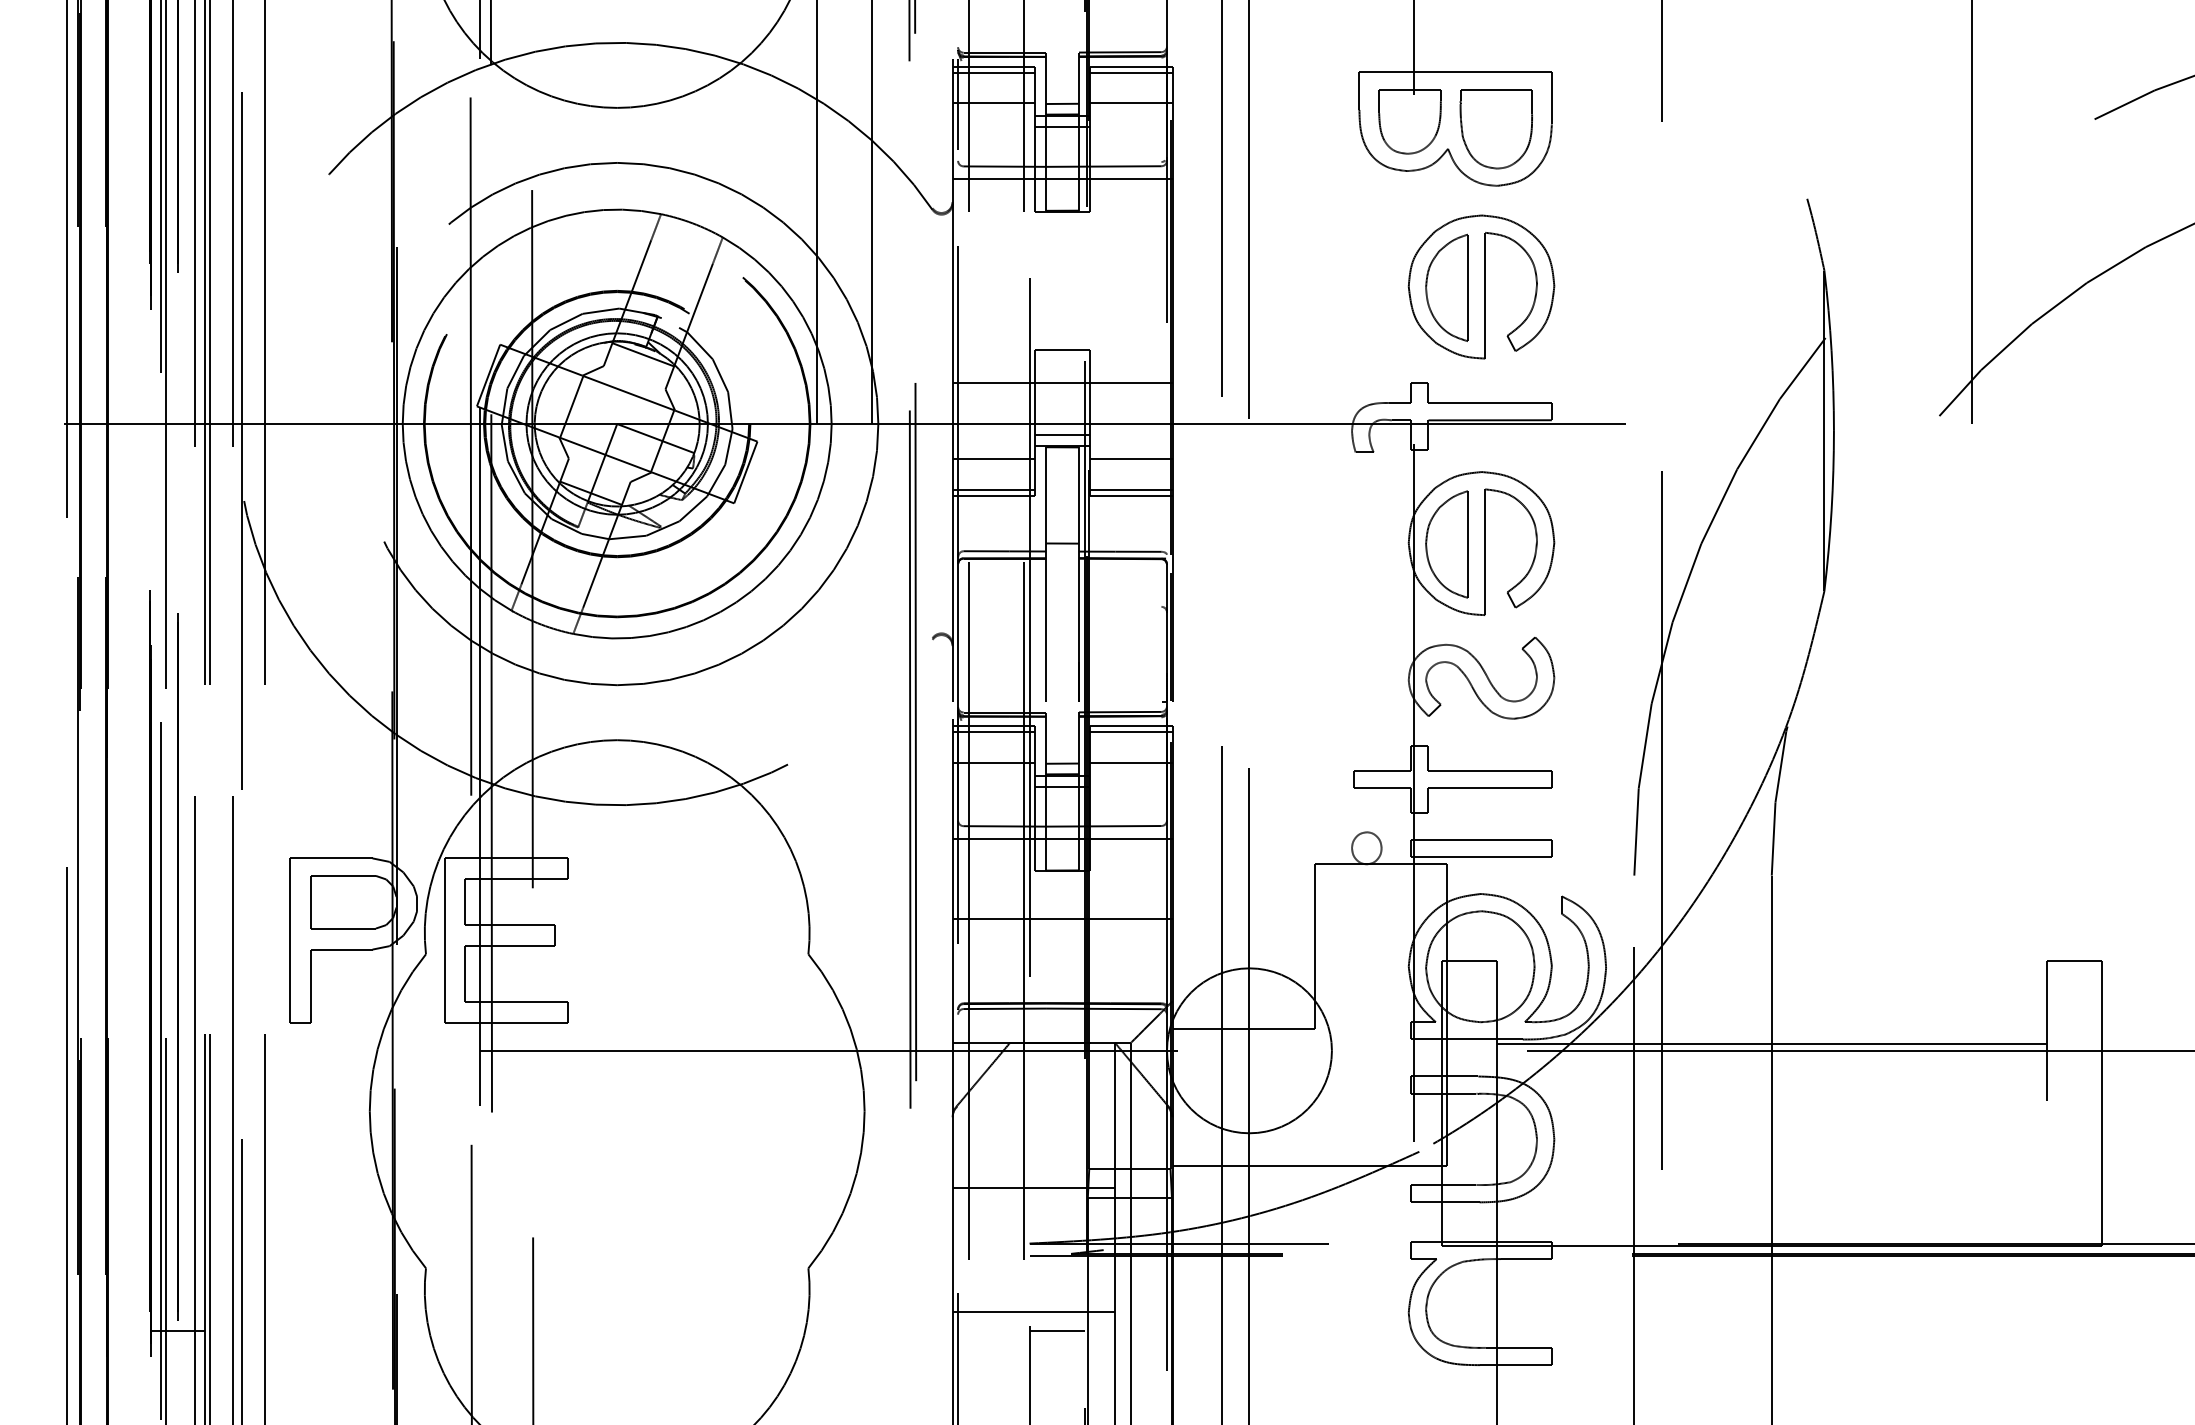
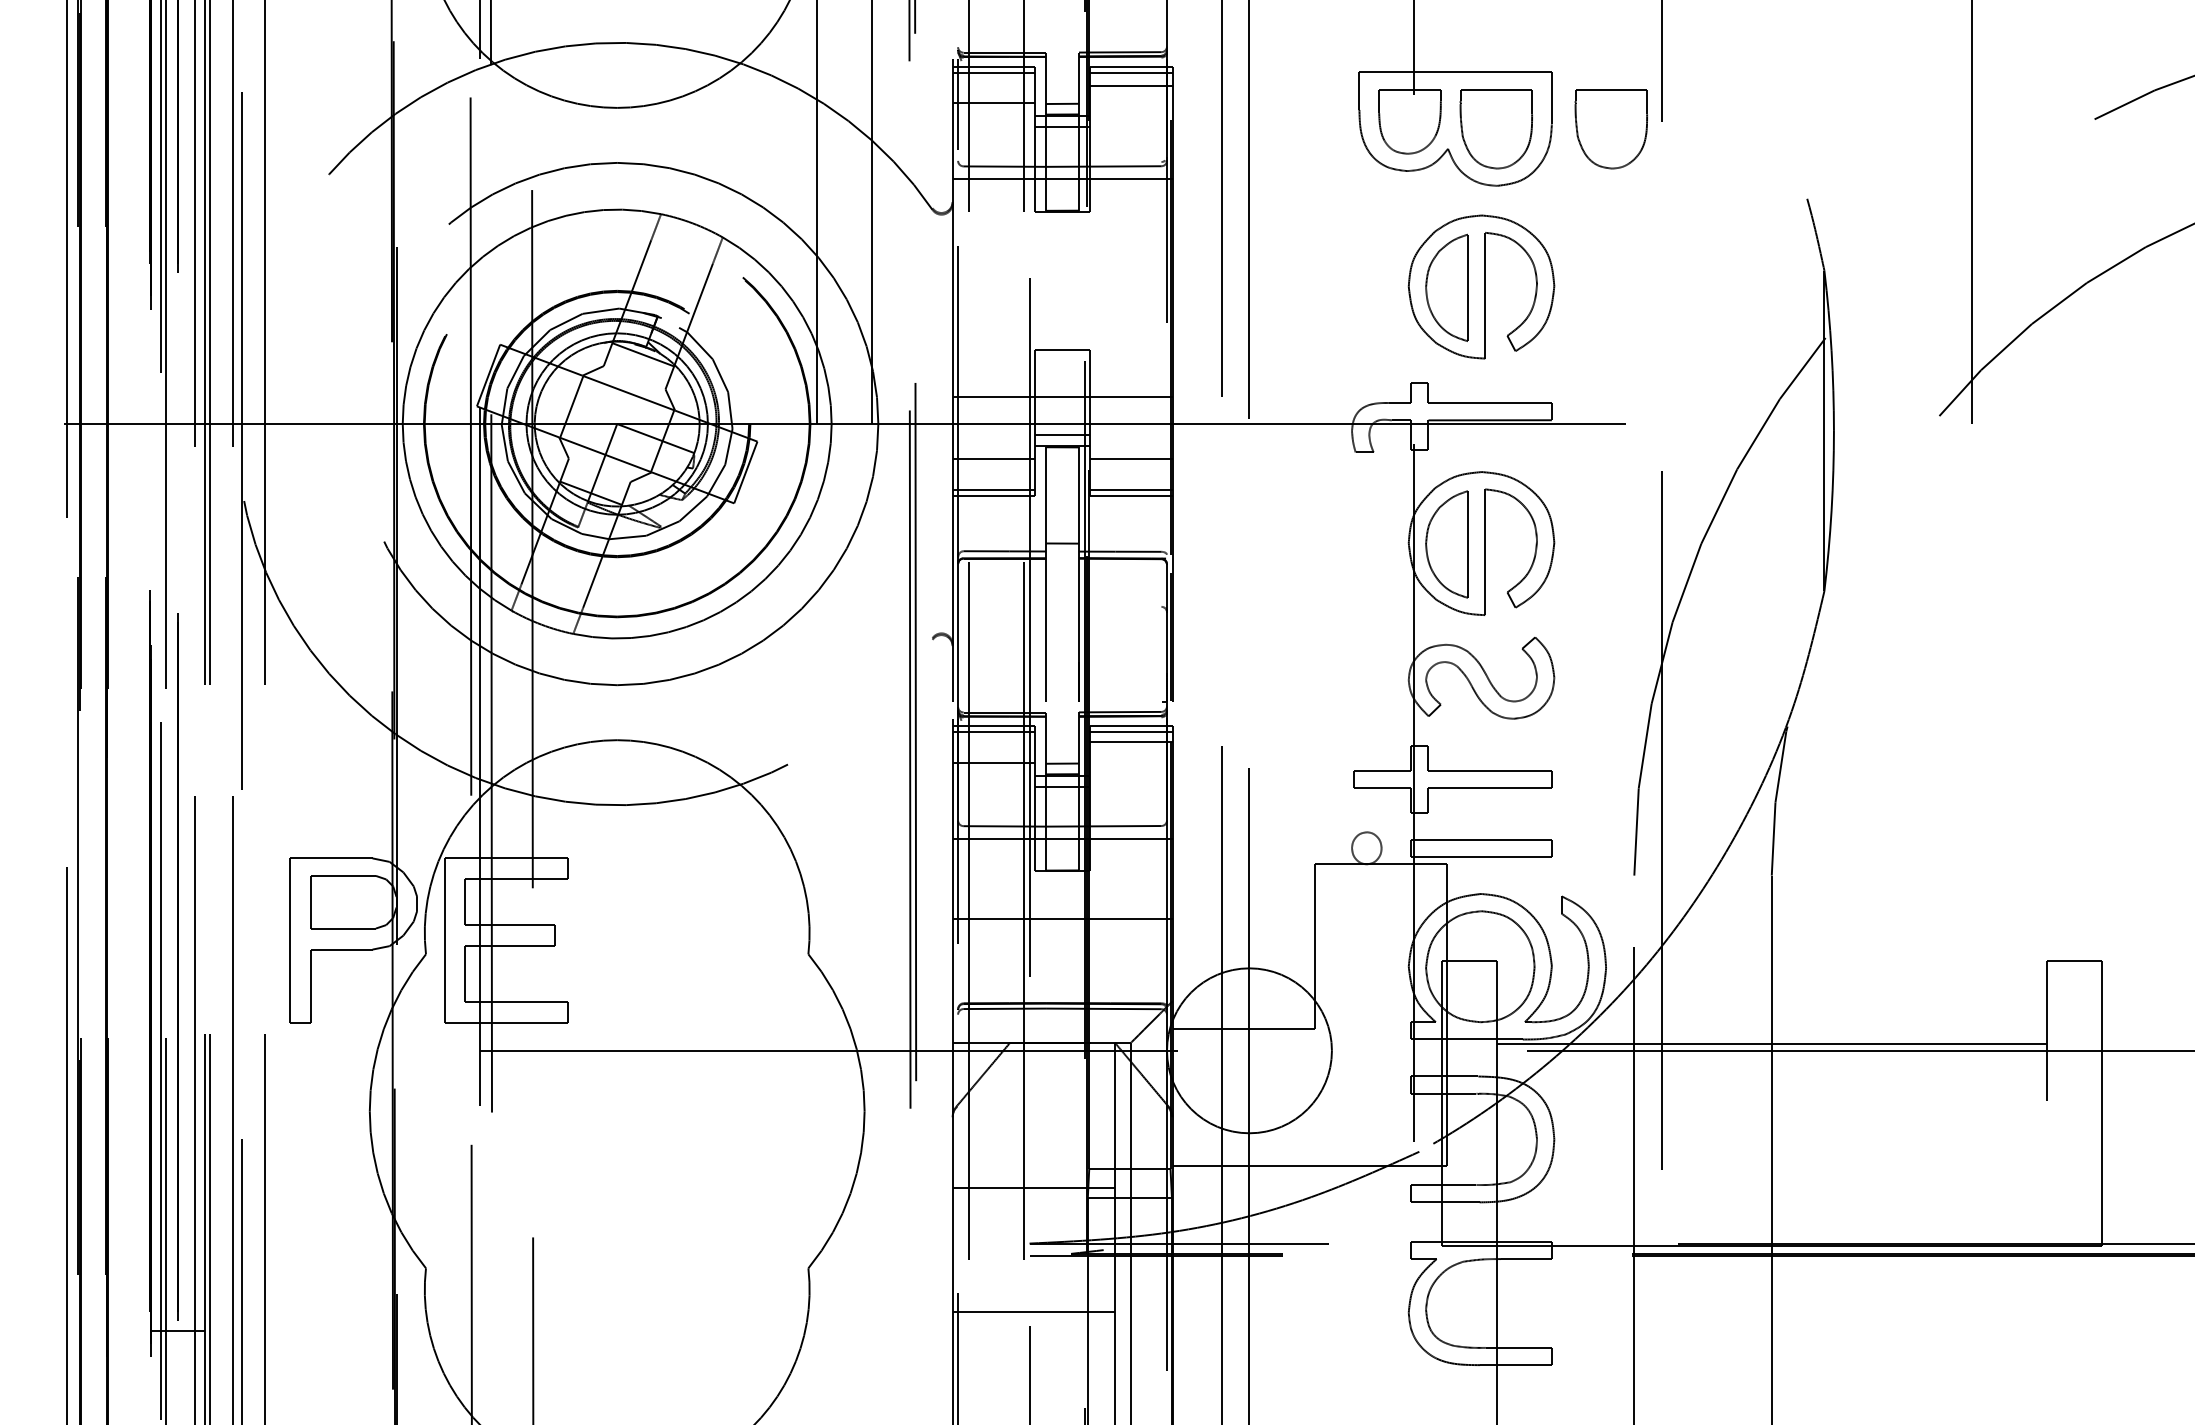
line at (1131, 103) position: (1131, 103) -> (1131, 86)
part at (1610, 129): none -> present
line at (1062, 382) position: (1062, 382) -> (1062, 396)
line at (1131, 762) position: (1131, 762) -> (1131, 741)
line at (1056, 1331): present -> none
